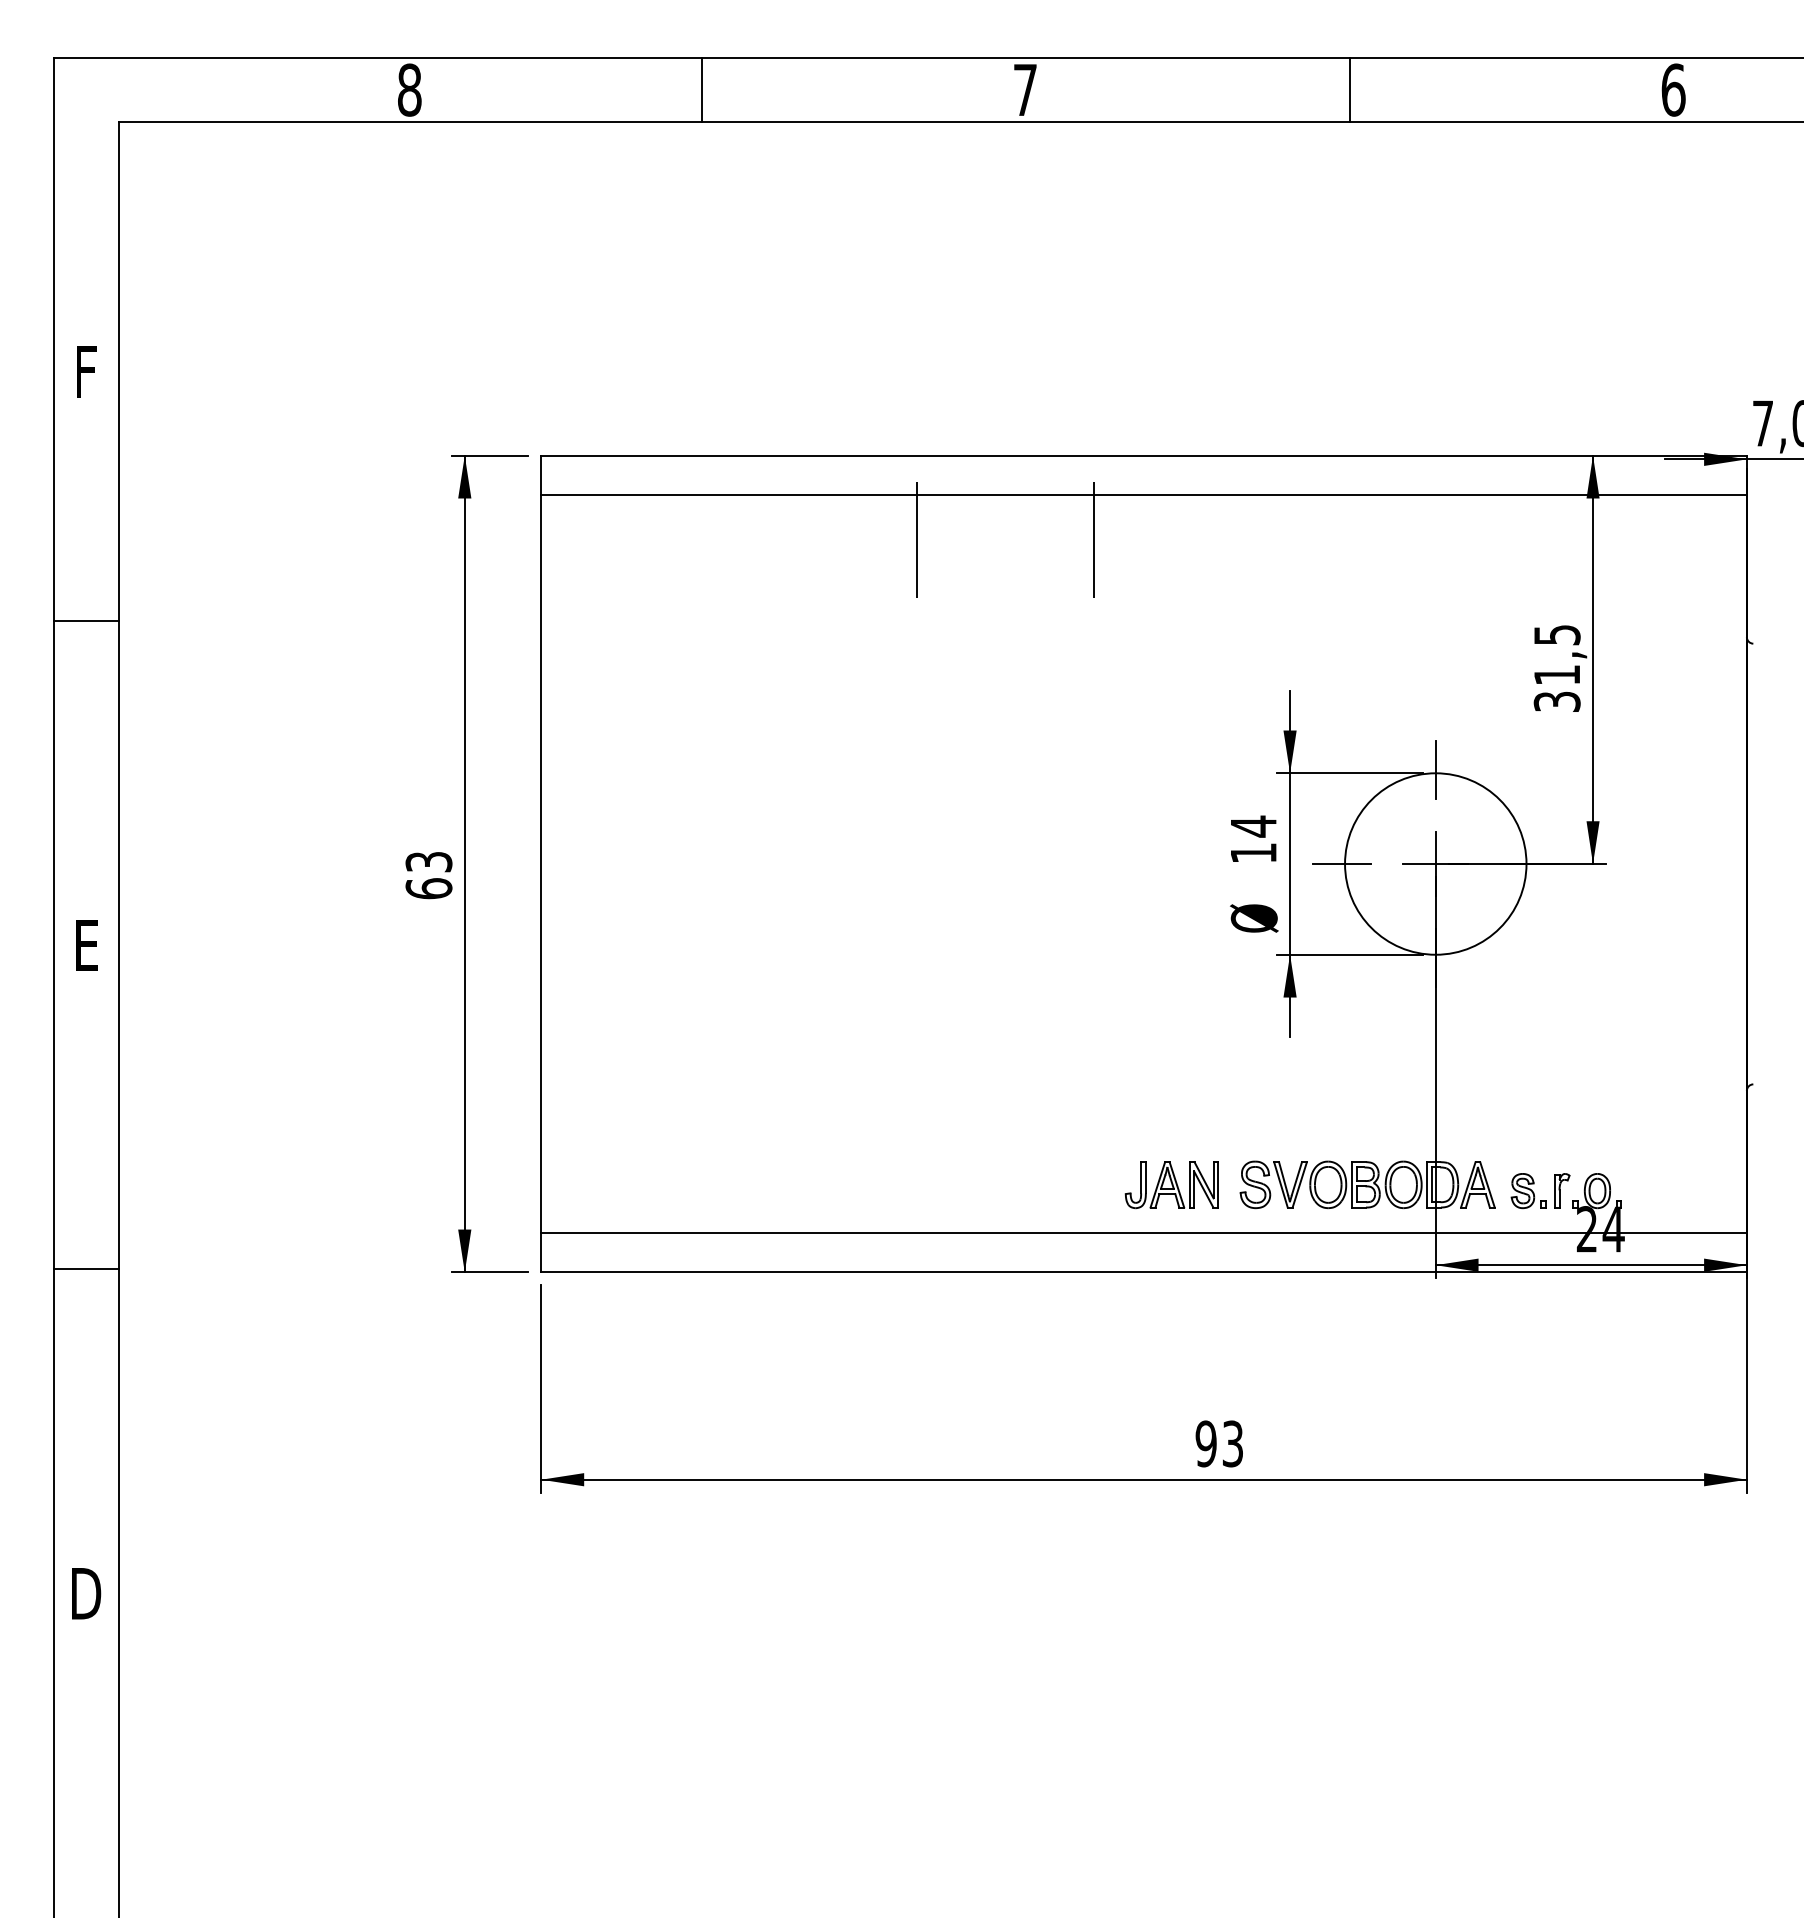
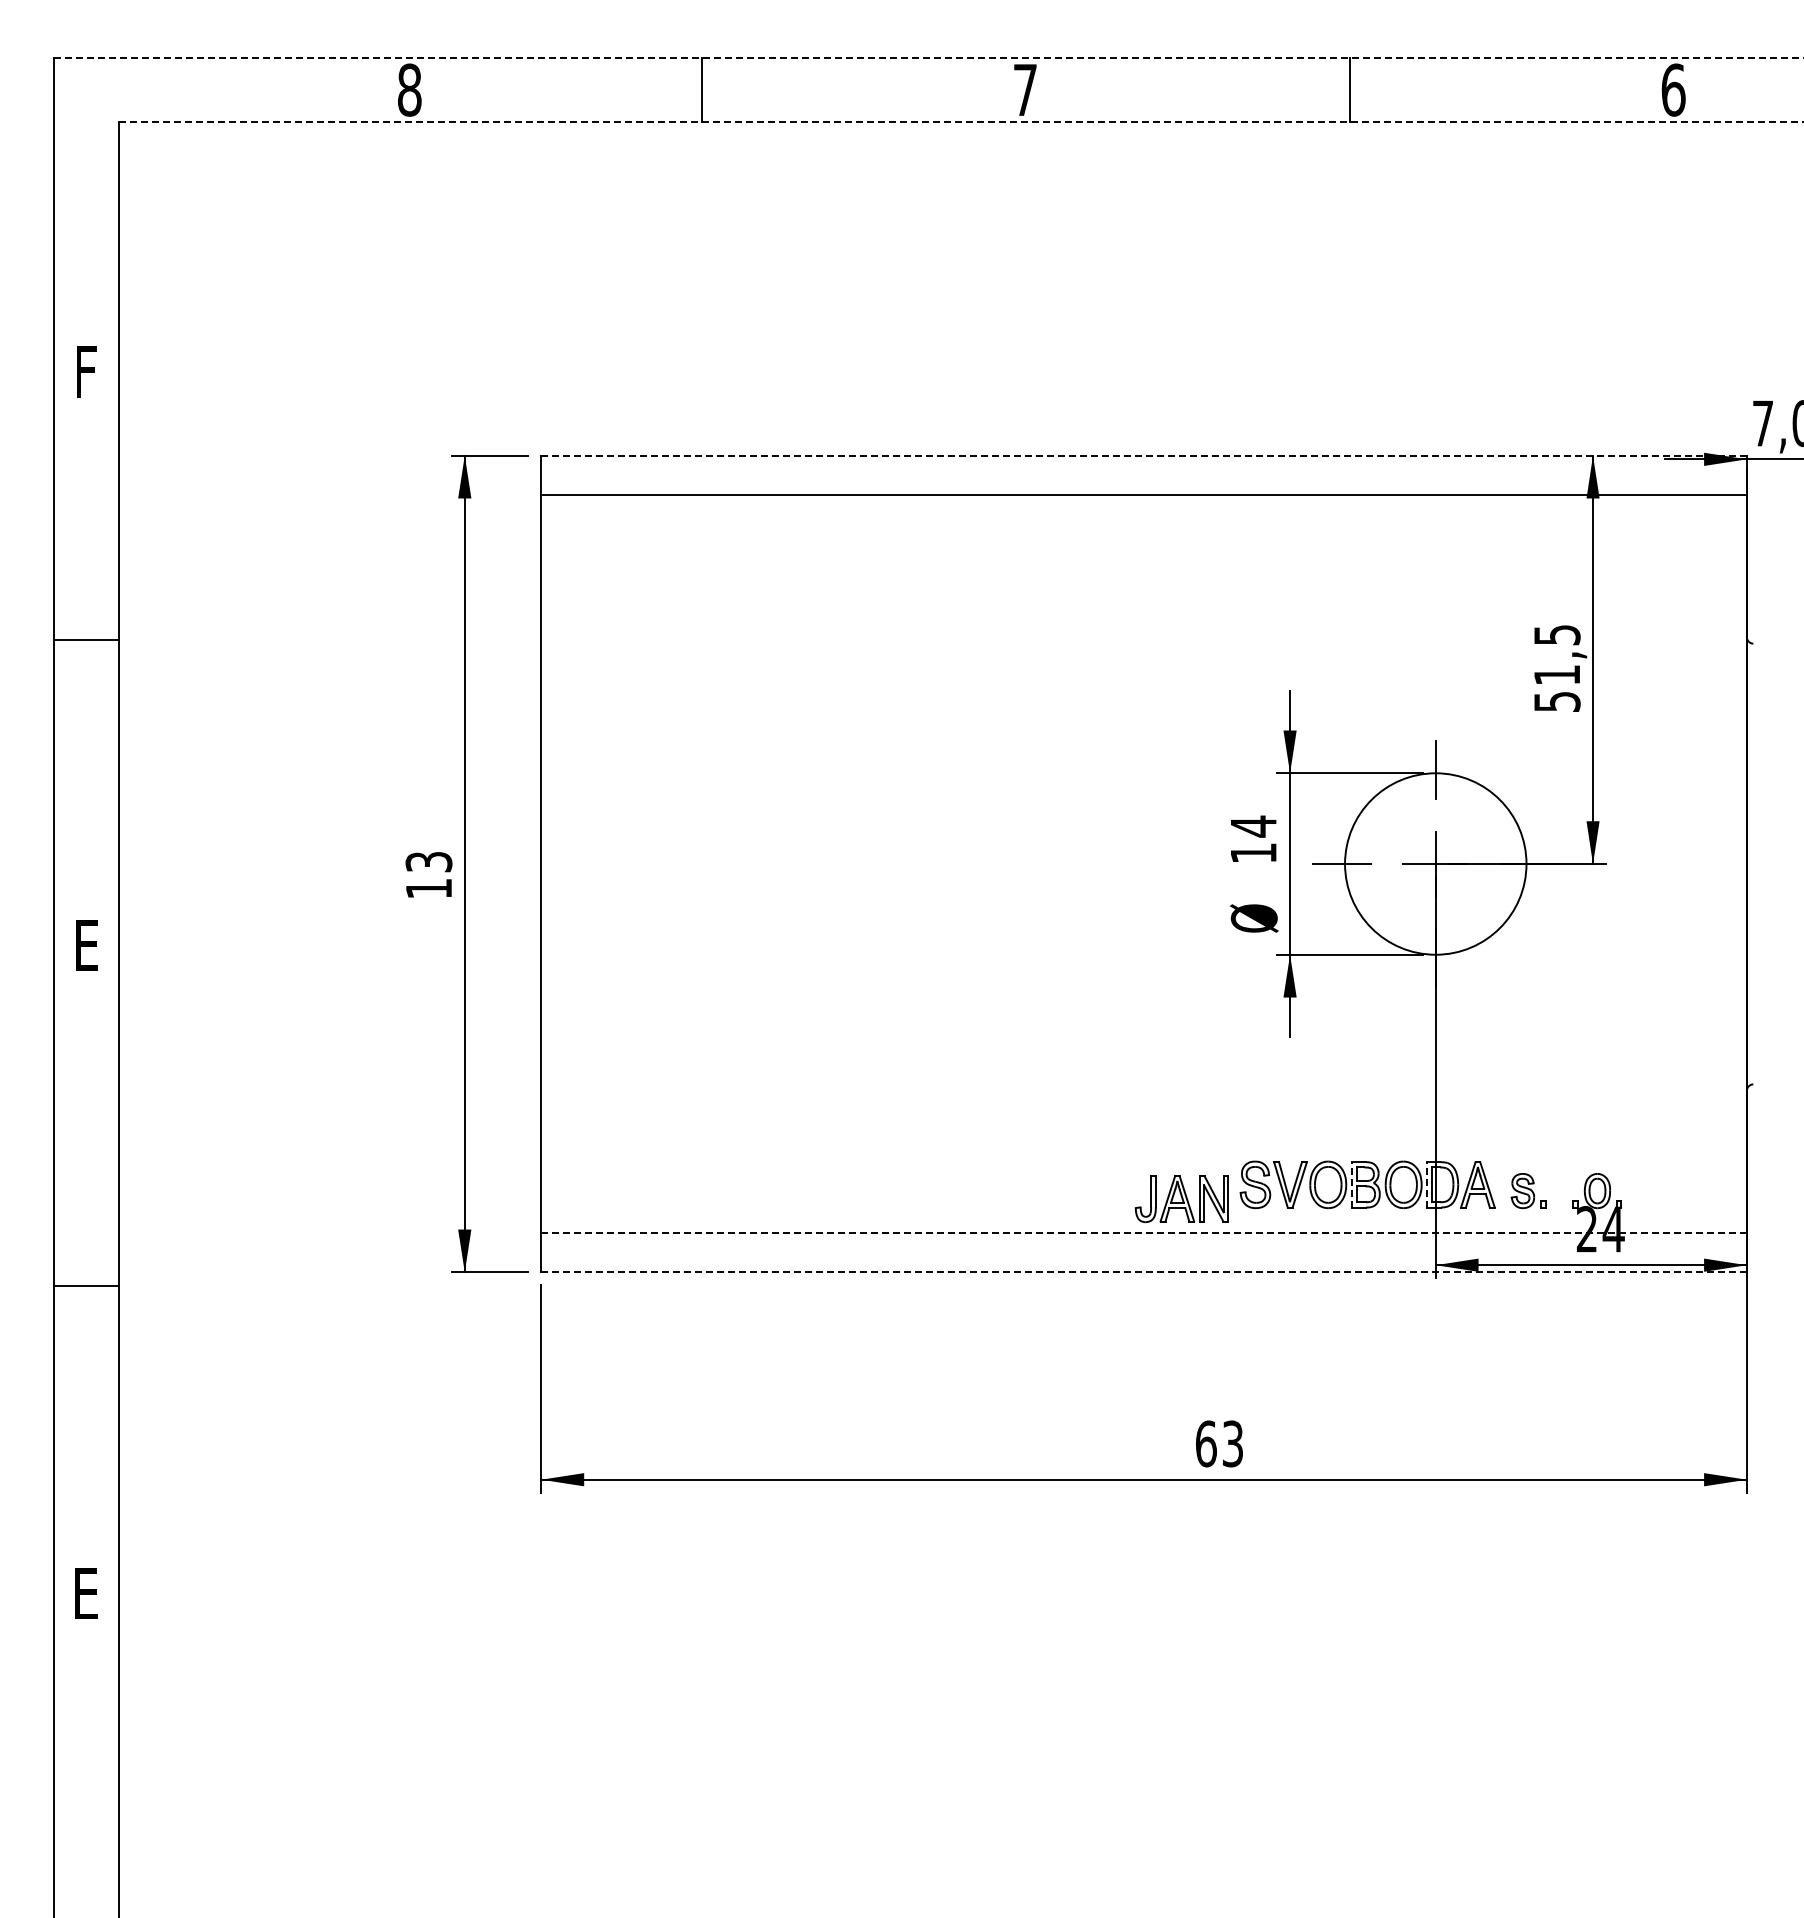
line at (928, 57): solid -> dashed
line at (961, 122): solid -> dashed
line at (1144, 455): solid -> dashed
line at (917, 539): present -> none
line at (1093, 539): present -> none
line at (85, 621) position: (85, 621) -> (85, 640)
text at (1556, 701): 31,5 -> 51,5
text at (428, 888): 63 -> 13
line at (1352, 1184): solid -> dashed
line at (1427, 1184): solid -> dashed
part at (1171, 1185) position: (1171, 1185) -> (1181, 1199)
part at (1562, 1190): present -> none
line at (1144, 1233): solid -> dashed
line at (85, 1269) position: (85, 1269) -> (85, 1286)
line at (1144, 1272): solid -> dashed
text at (1205, 1443): 93 -> 63
text at (86, 1593): D -> E
